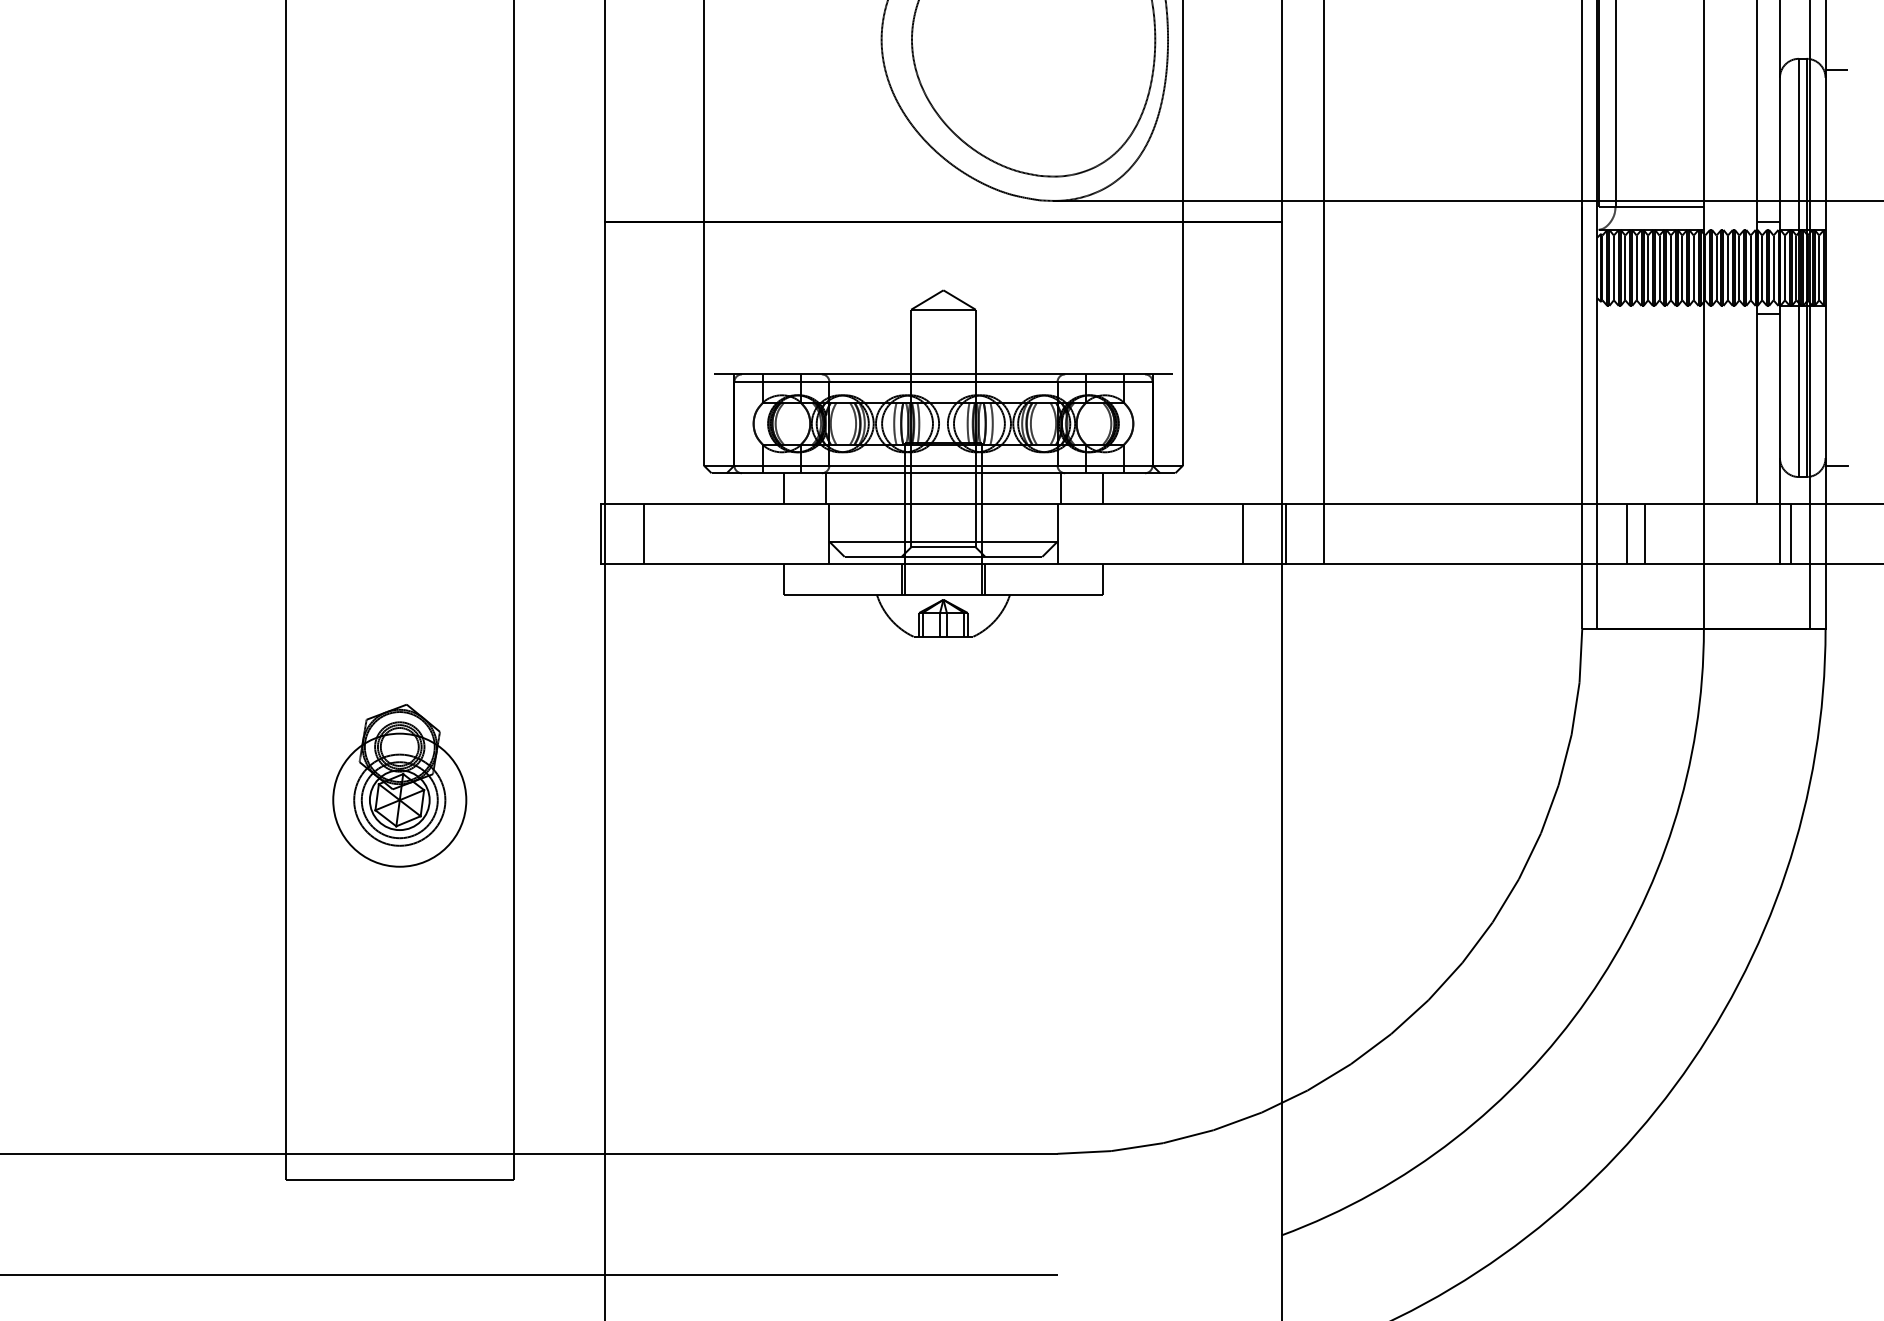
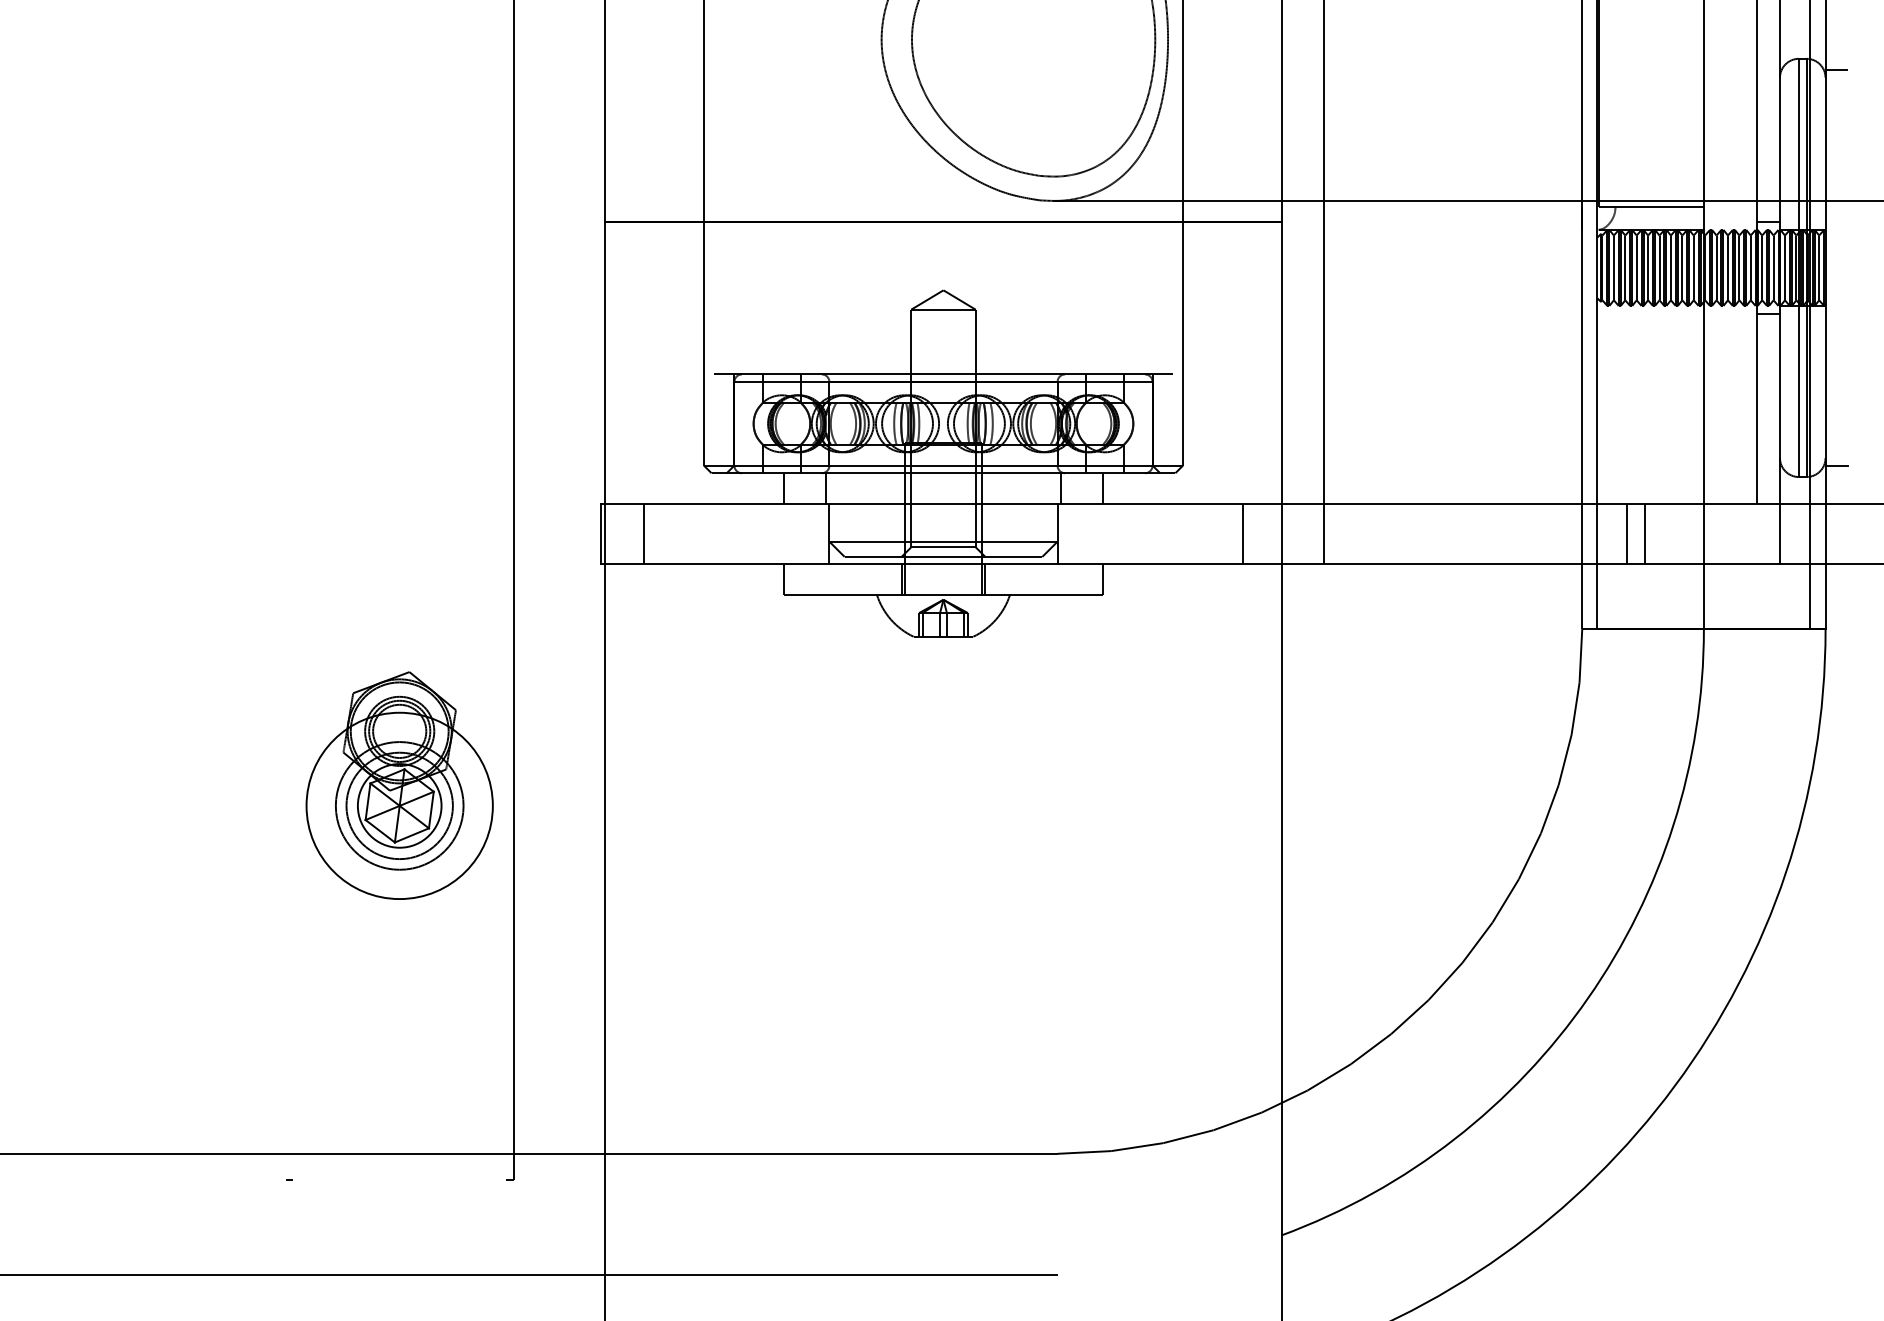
line at (1615, 104): present -> none
line at (1285, 533): present -> none
line at (1791, 533): present -> none
line at (285, 591): present -> none
part at (399, 785) size: 136x164 px -> 189x229 px
line at (399, 1180): present -> none
